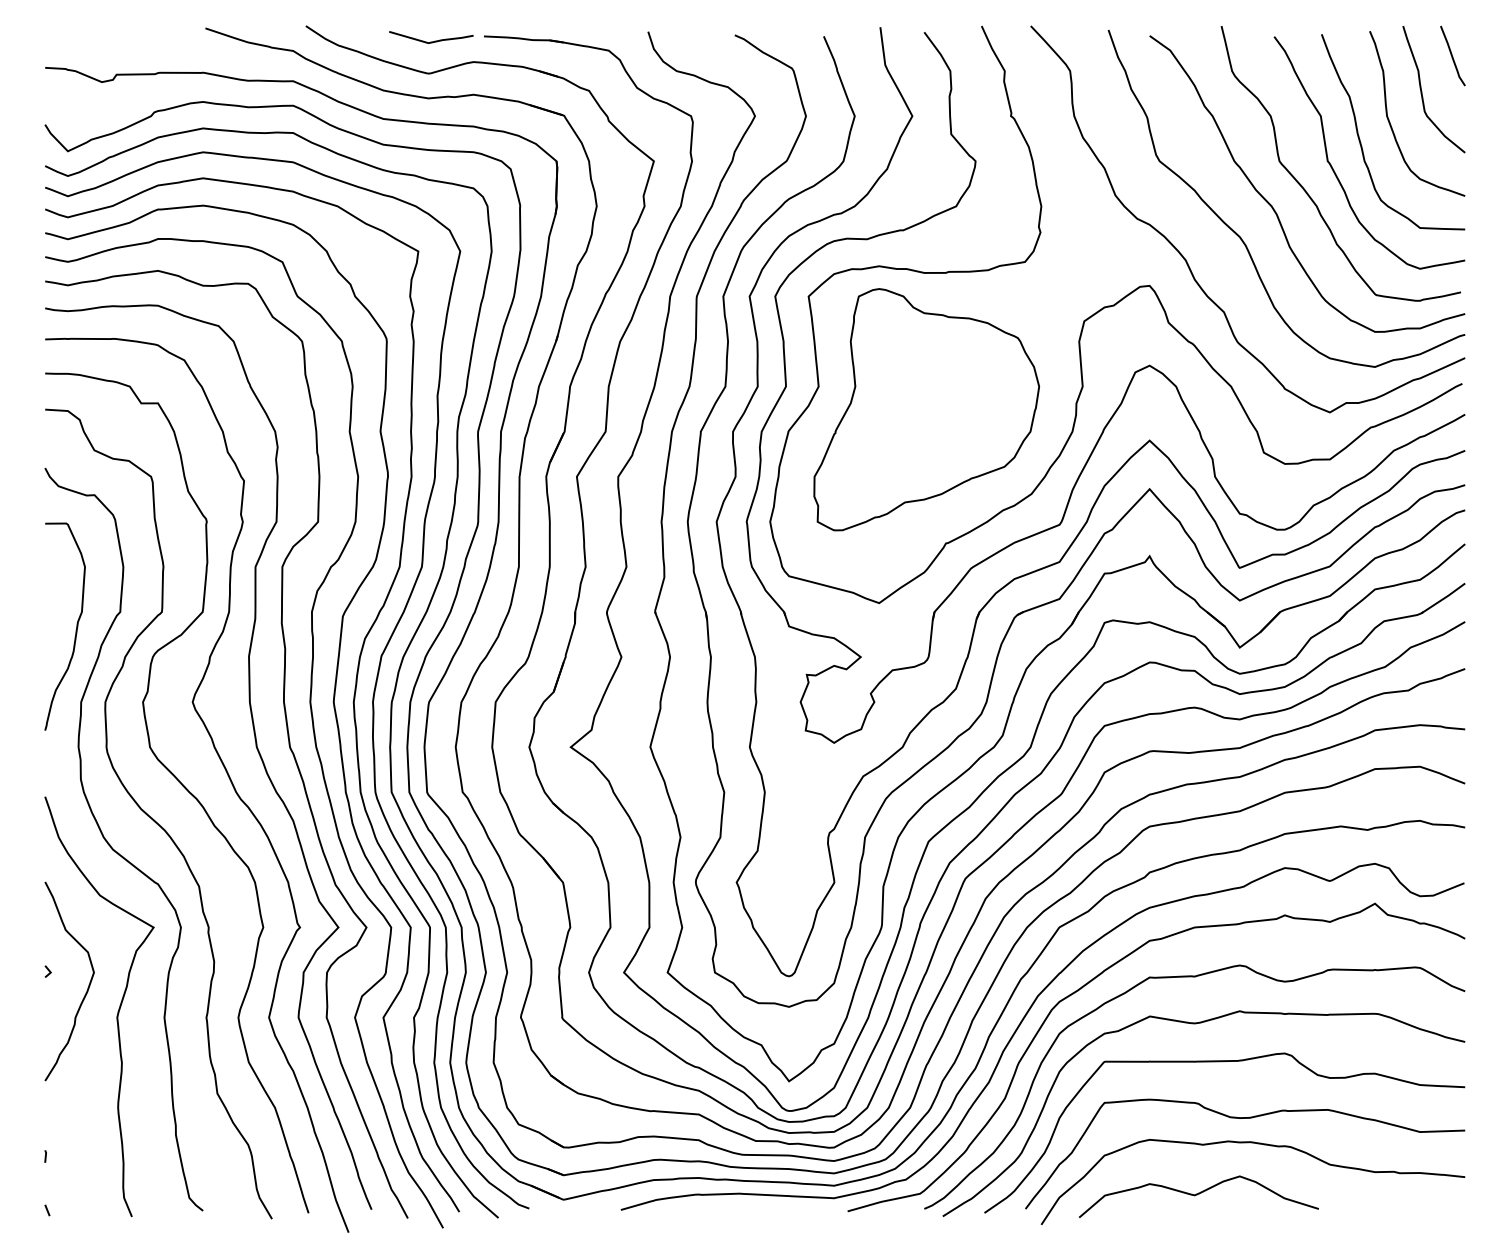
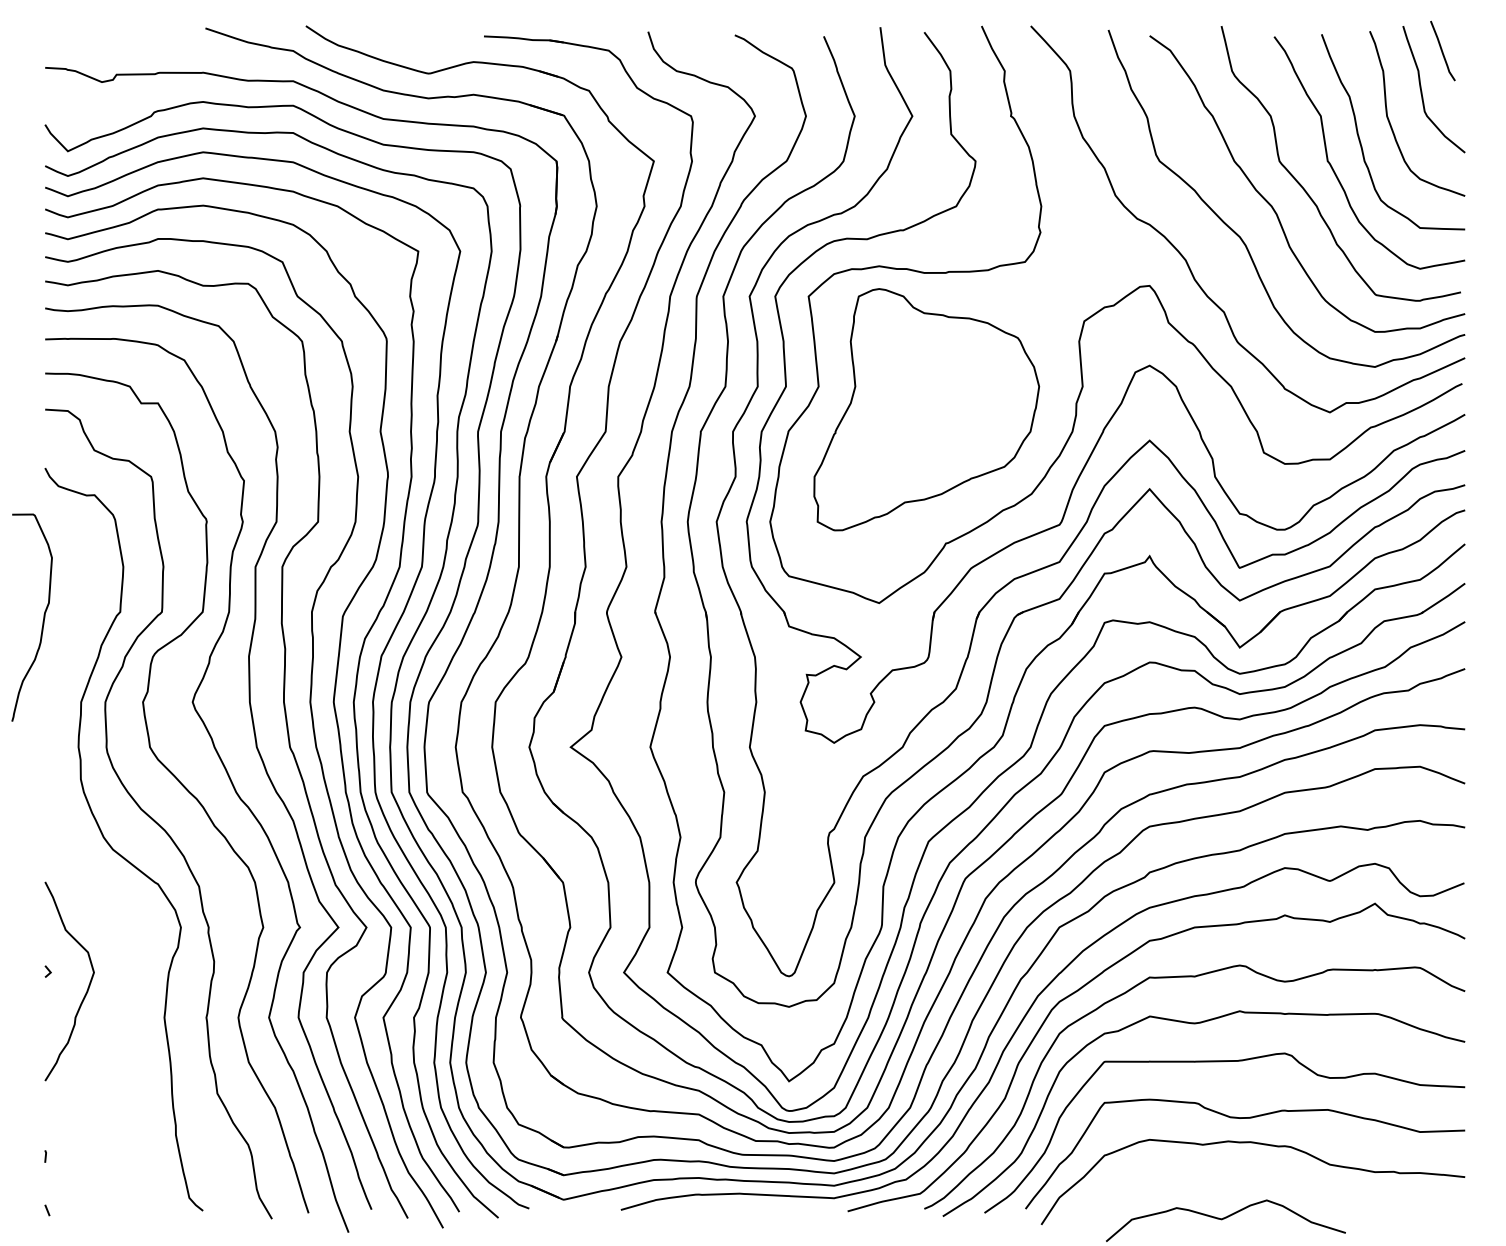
curve at (431, 41): present -> none
curve at (1452, 55) position: (1452, 55) -> (1442, 50)
curve at (75, 630) position: (75, 630) -> (42, 621)
curve at (117, 1011): present -> none
curve at (1197, 1195) position: (1197, 1195) -> (1224, 1219)
